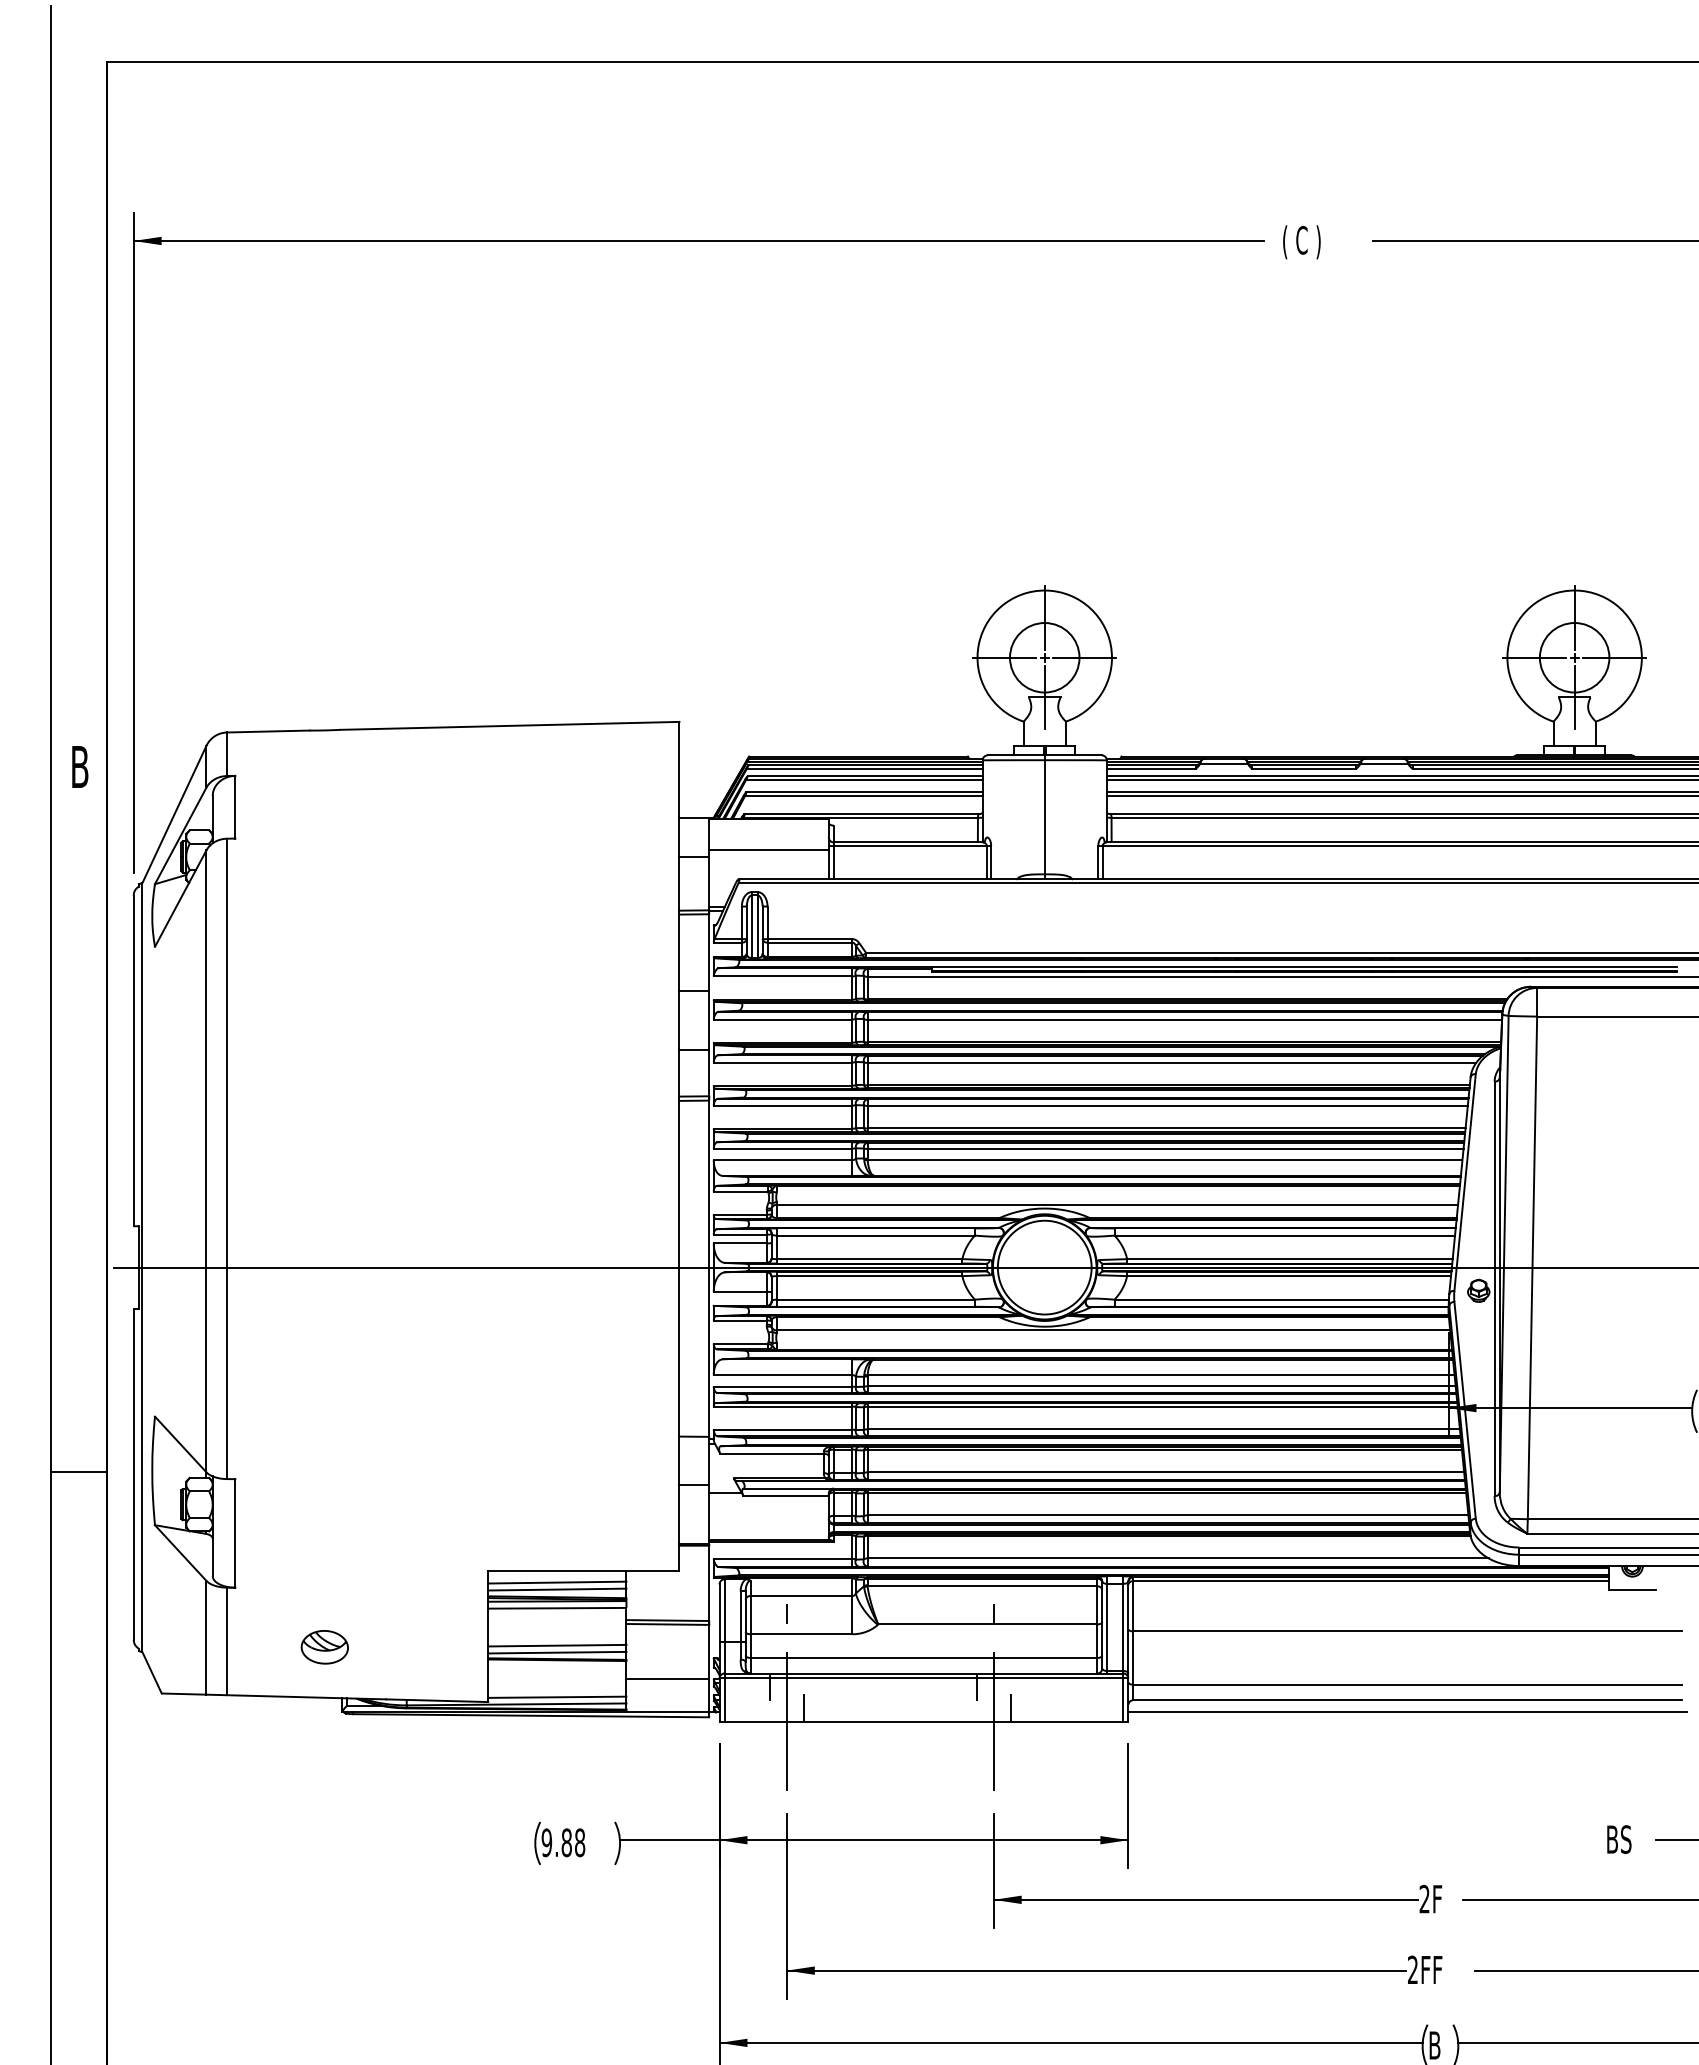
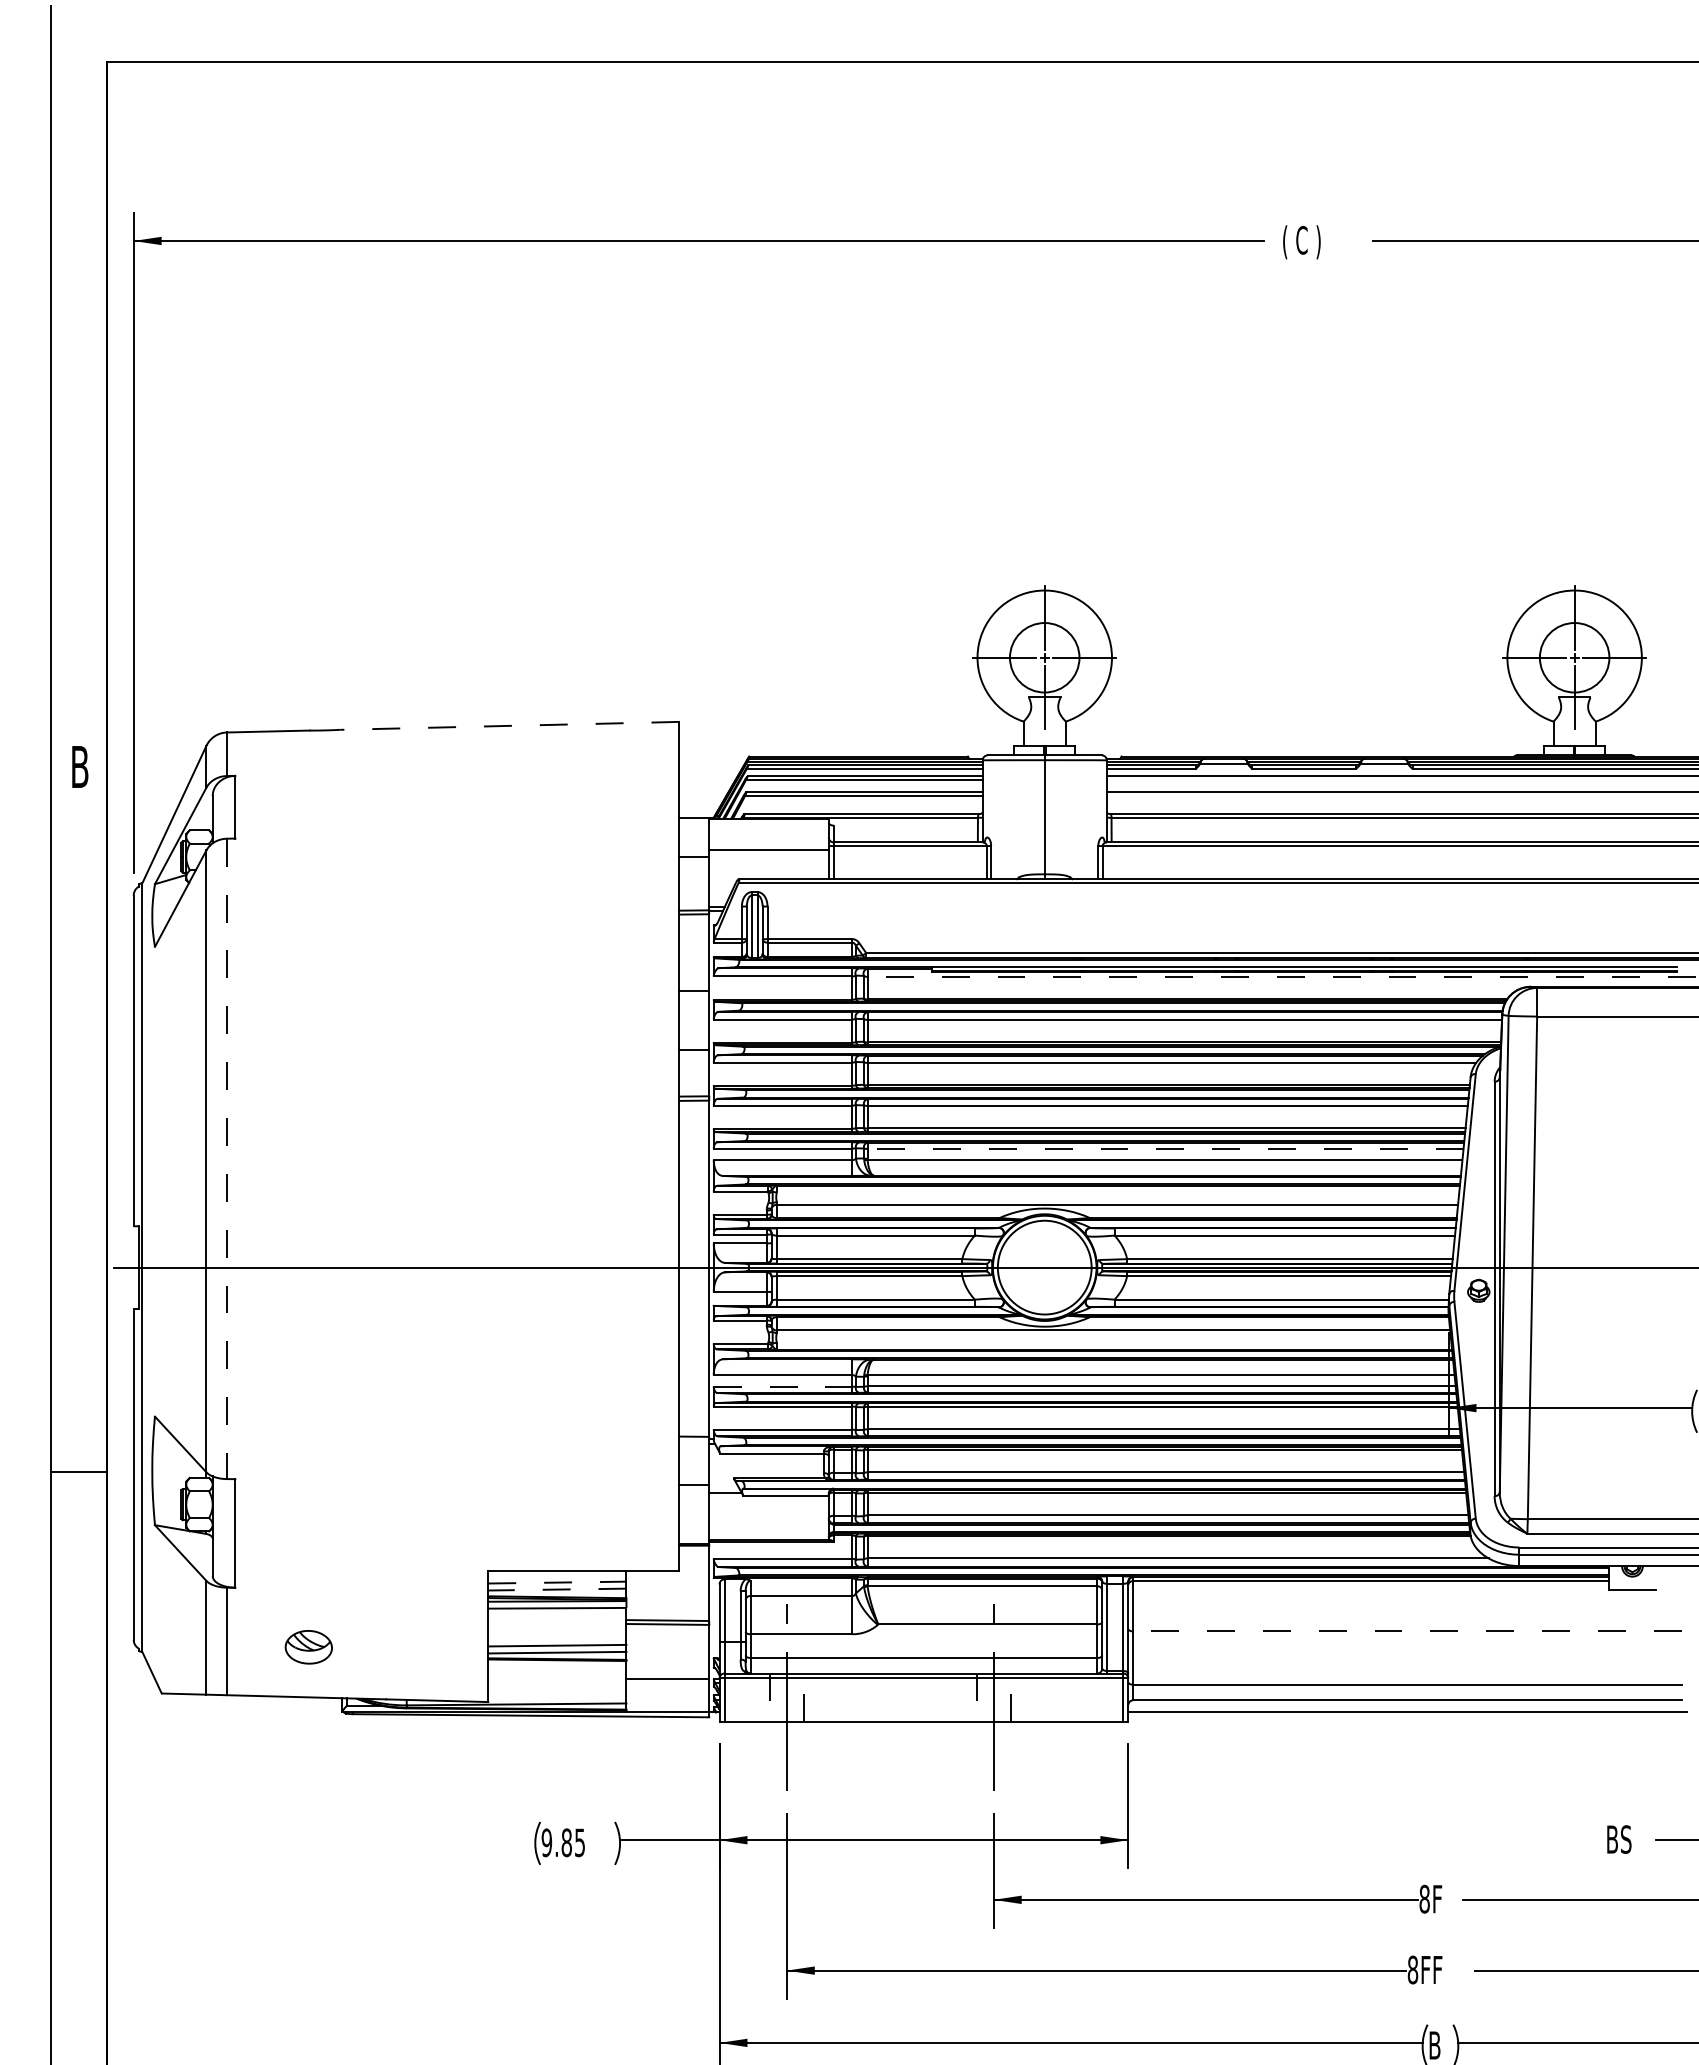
line at (509, 725): solid -> dashed
line at (1400, 779): present -> none
line at (1400, 796): present -> none
line at (1283, 976): solid -> dashed
line at (1165, 1148): solid -> dashed
line at (226, 1159): solid -> dashed
line at (783, 1386): solid -> dashed
line at (557, 1582): solid -> dashed
line at (556, 1589): solid -> dashed
line at (1407, 1631): solid -> dashed
part at (324, 1647) position: (324, 1647) -> (308, 1647)
line at (557, 1696): present -> none
text at (580, 1842): 9.88 -> 9.85
text at (1424, 1898): 2F -> 8F
text at (1412, 1969): 2FF -> 8FF
